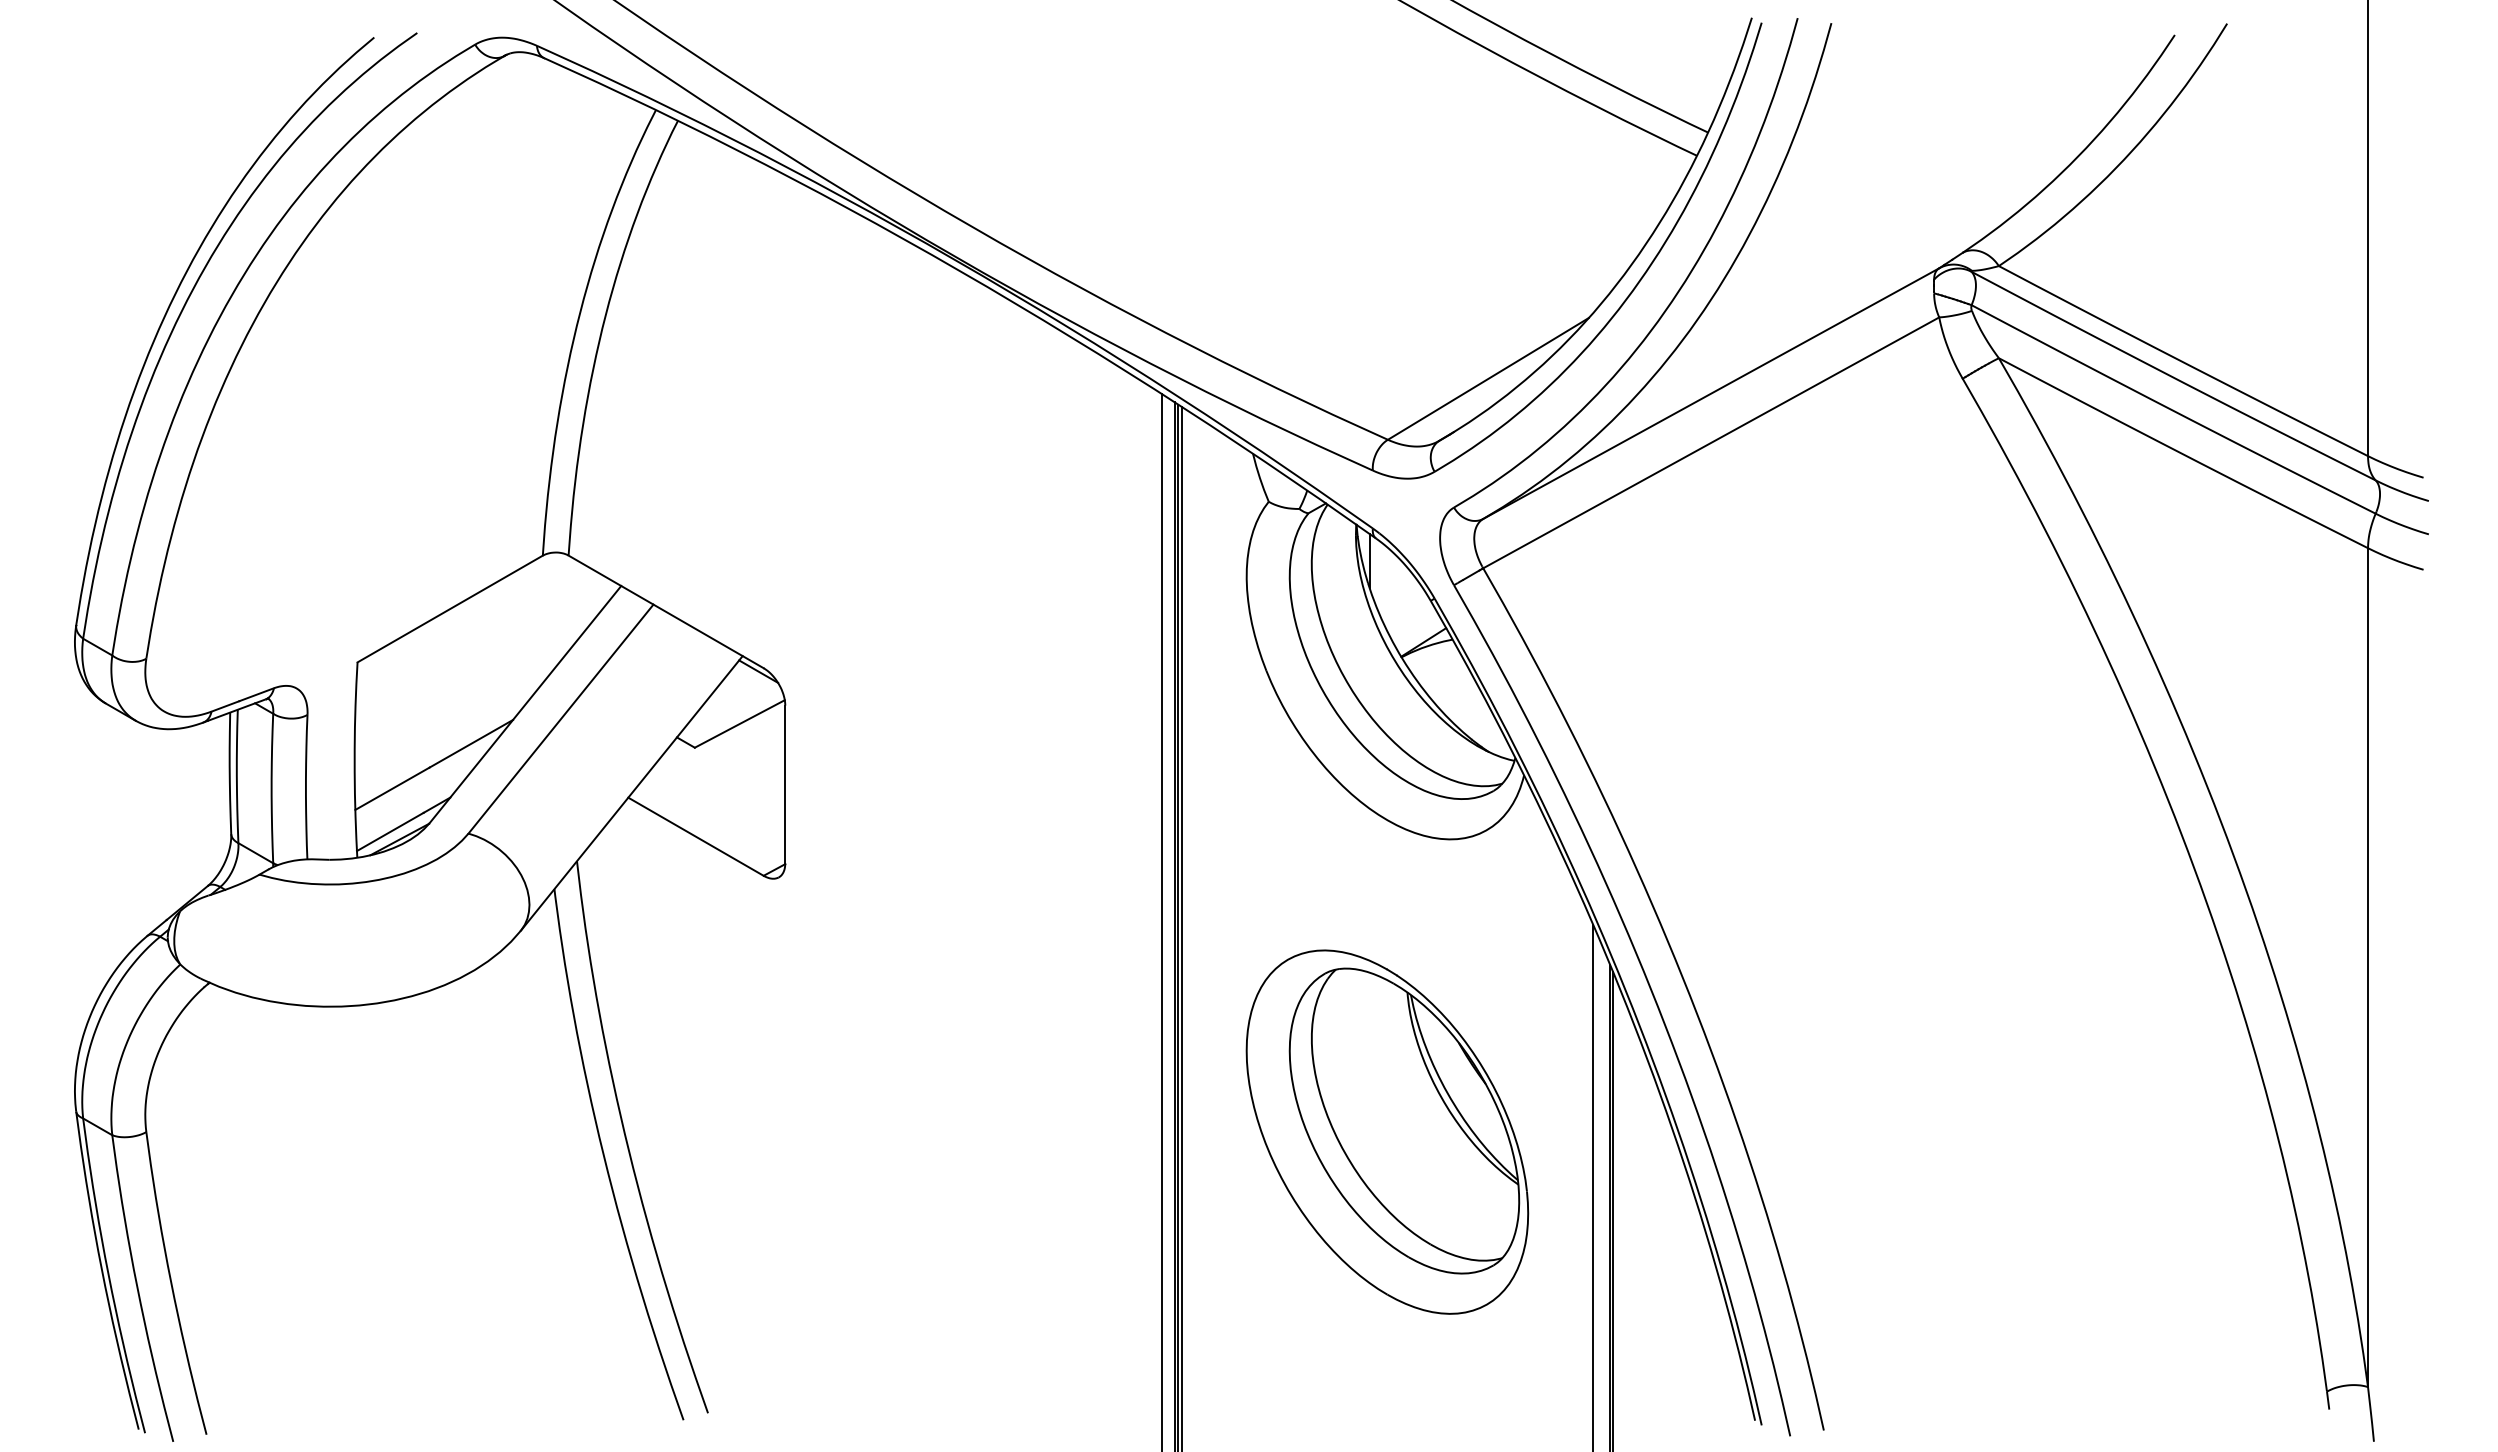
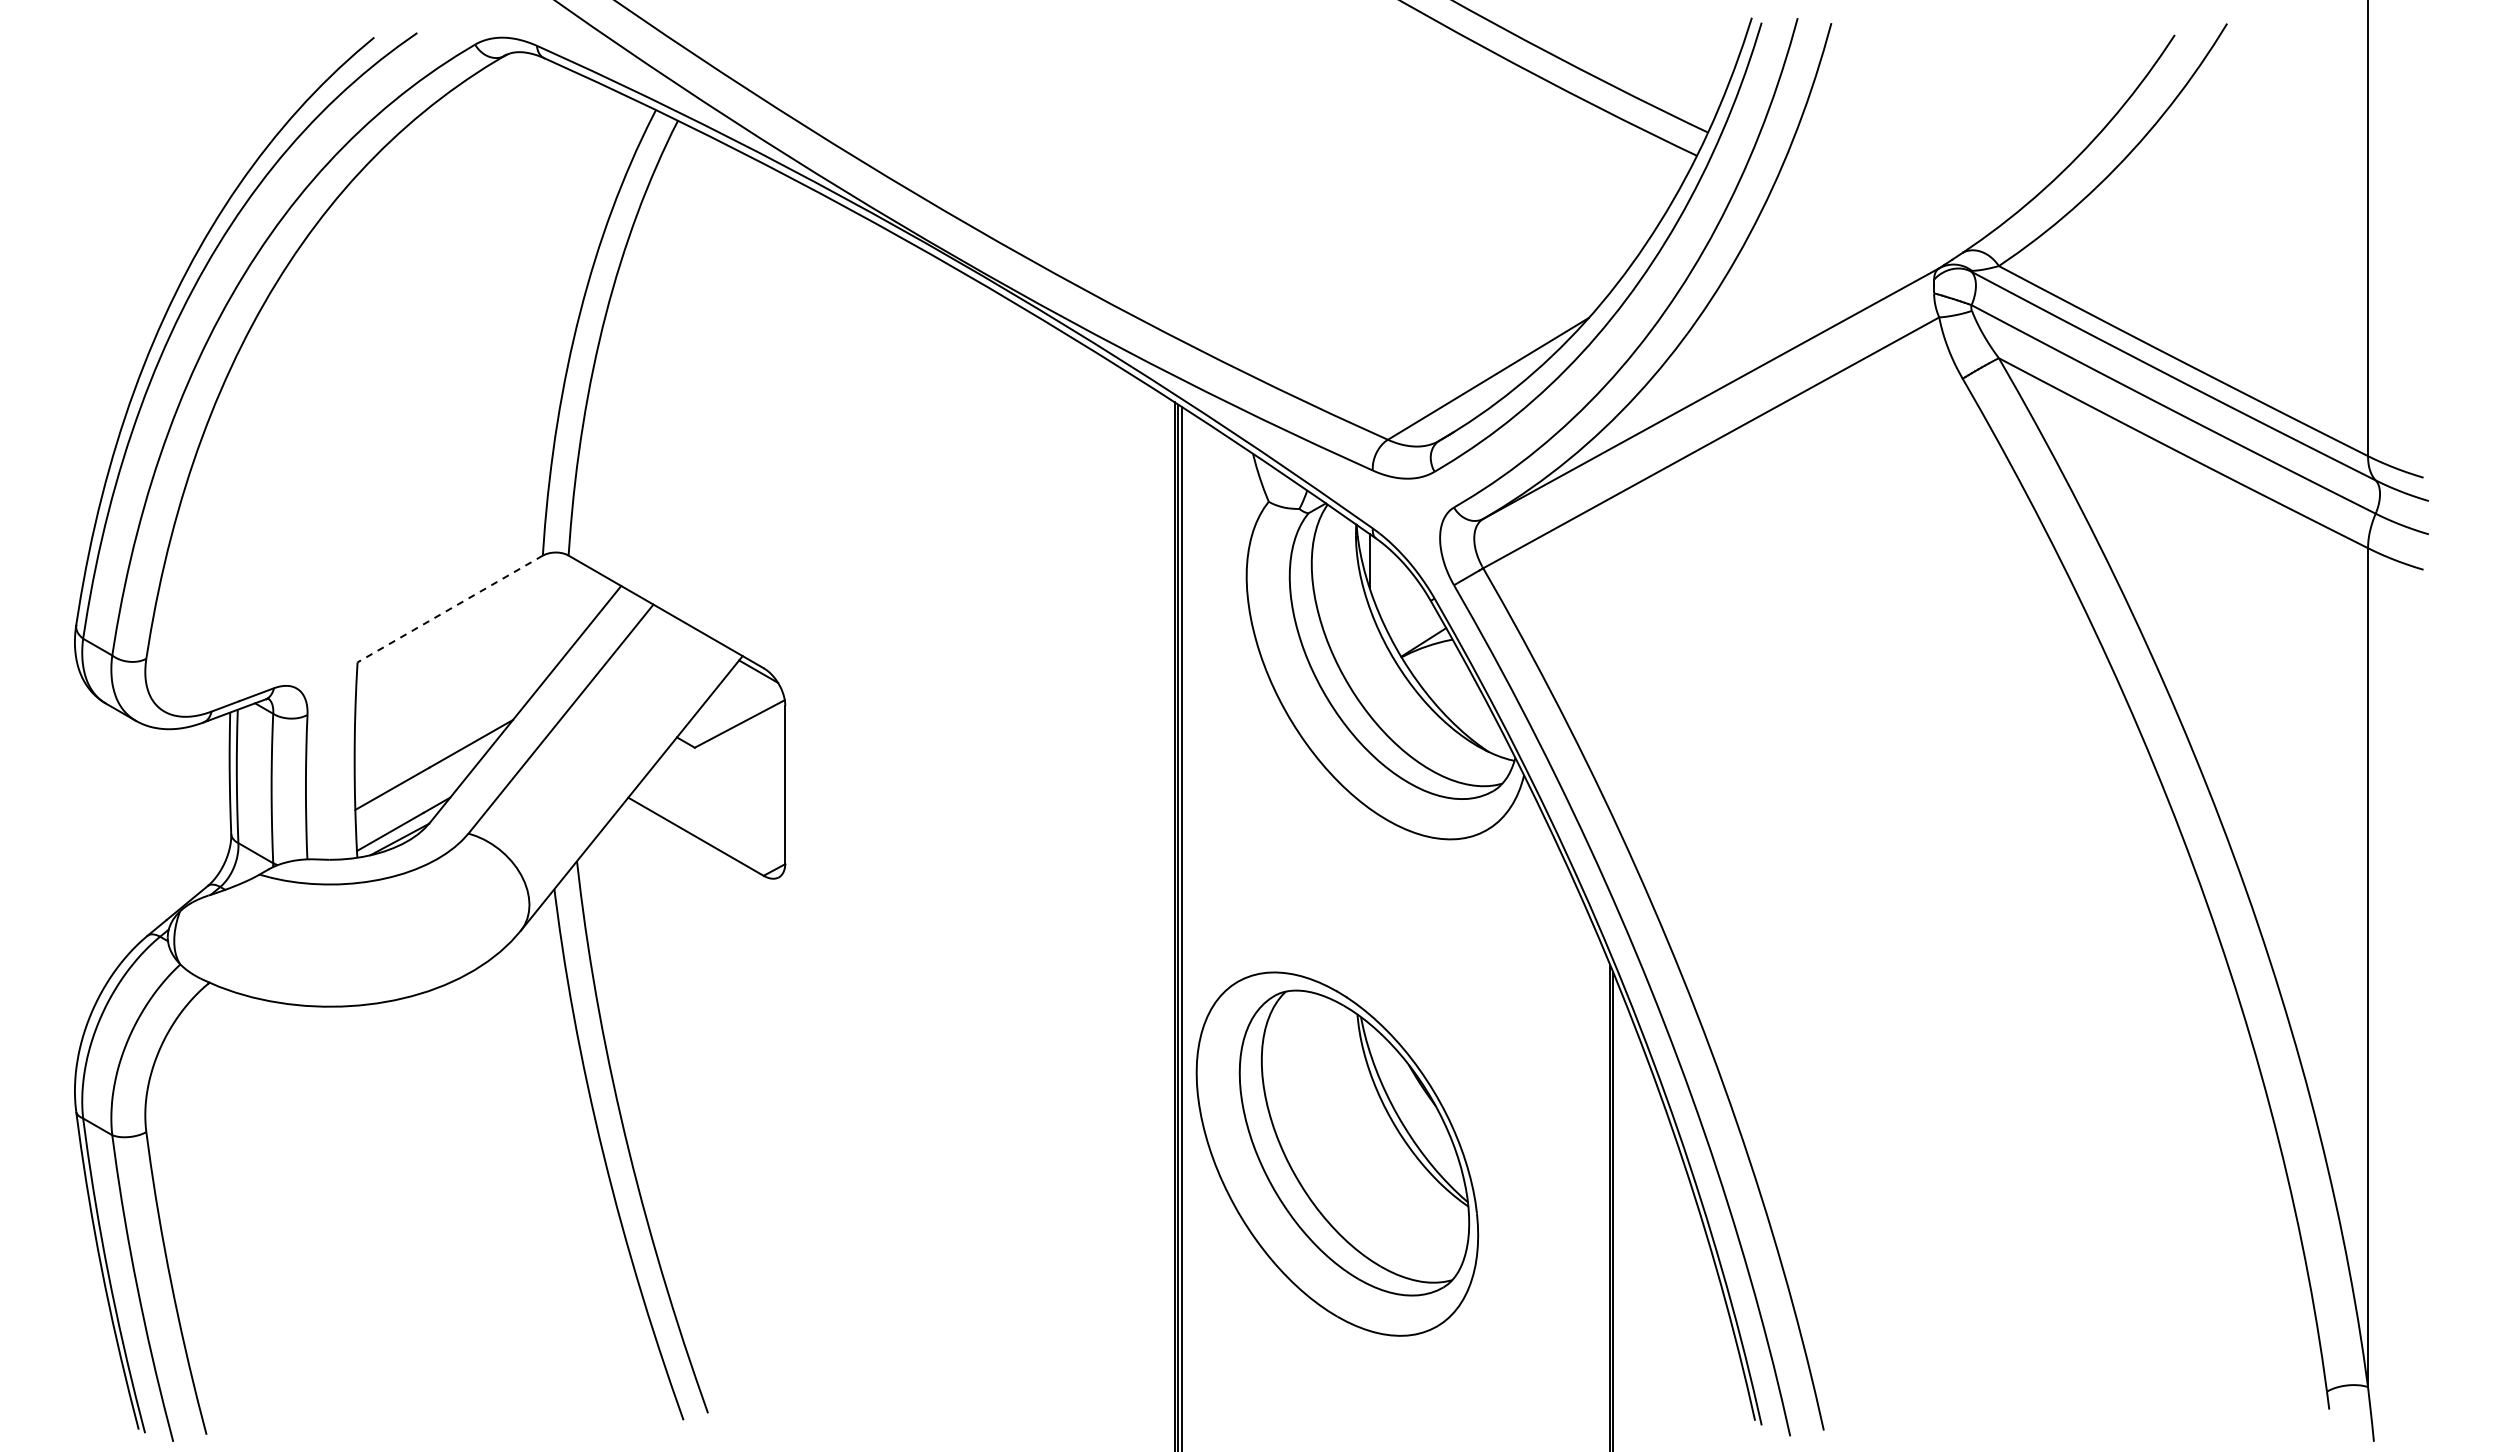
line at (450, 609): solid -> dashed
line at (1161, 921): present -> none
part at (1387, 1131) position: (1387, 1131) -> (1337, 1153)
line at (1593, 1186): present -> none
